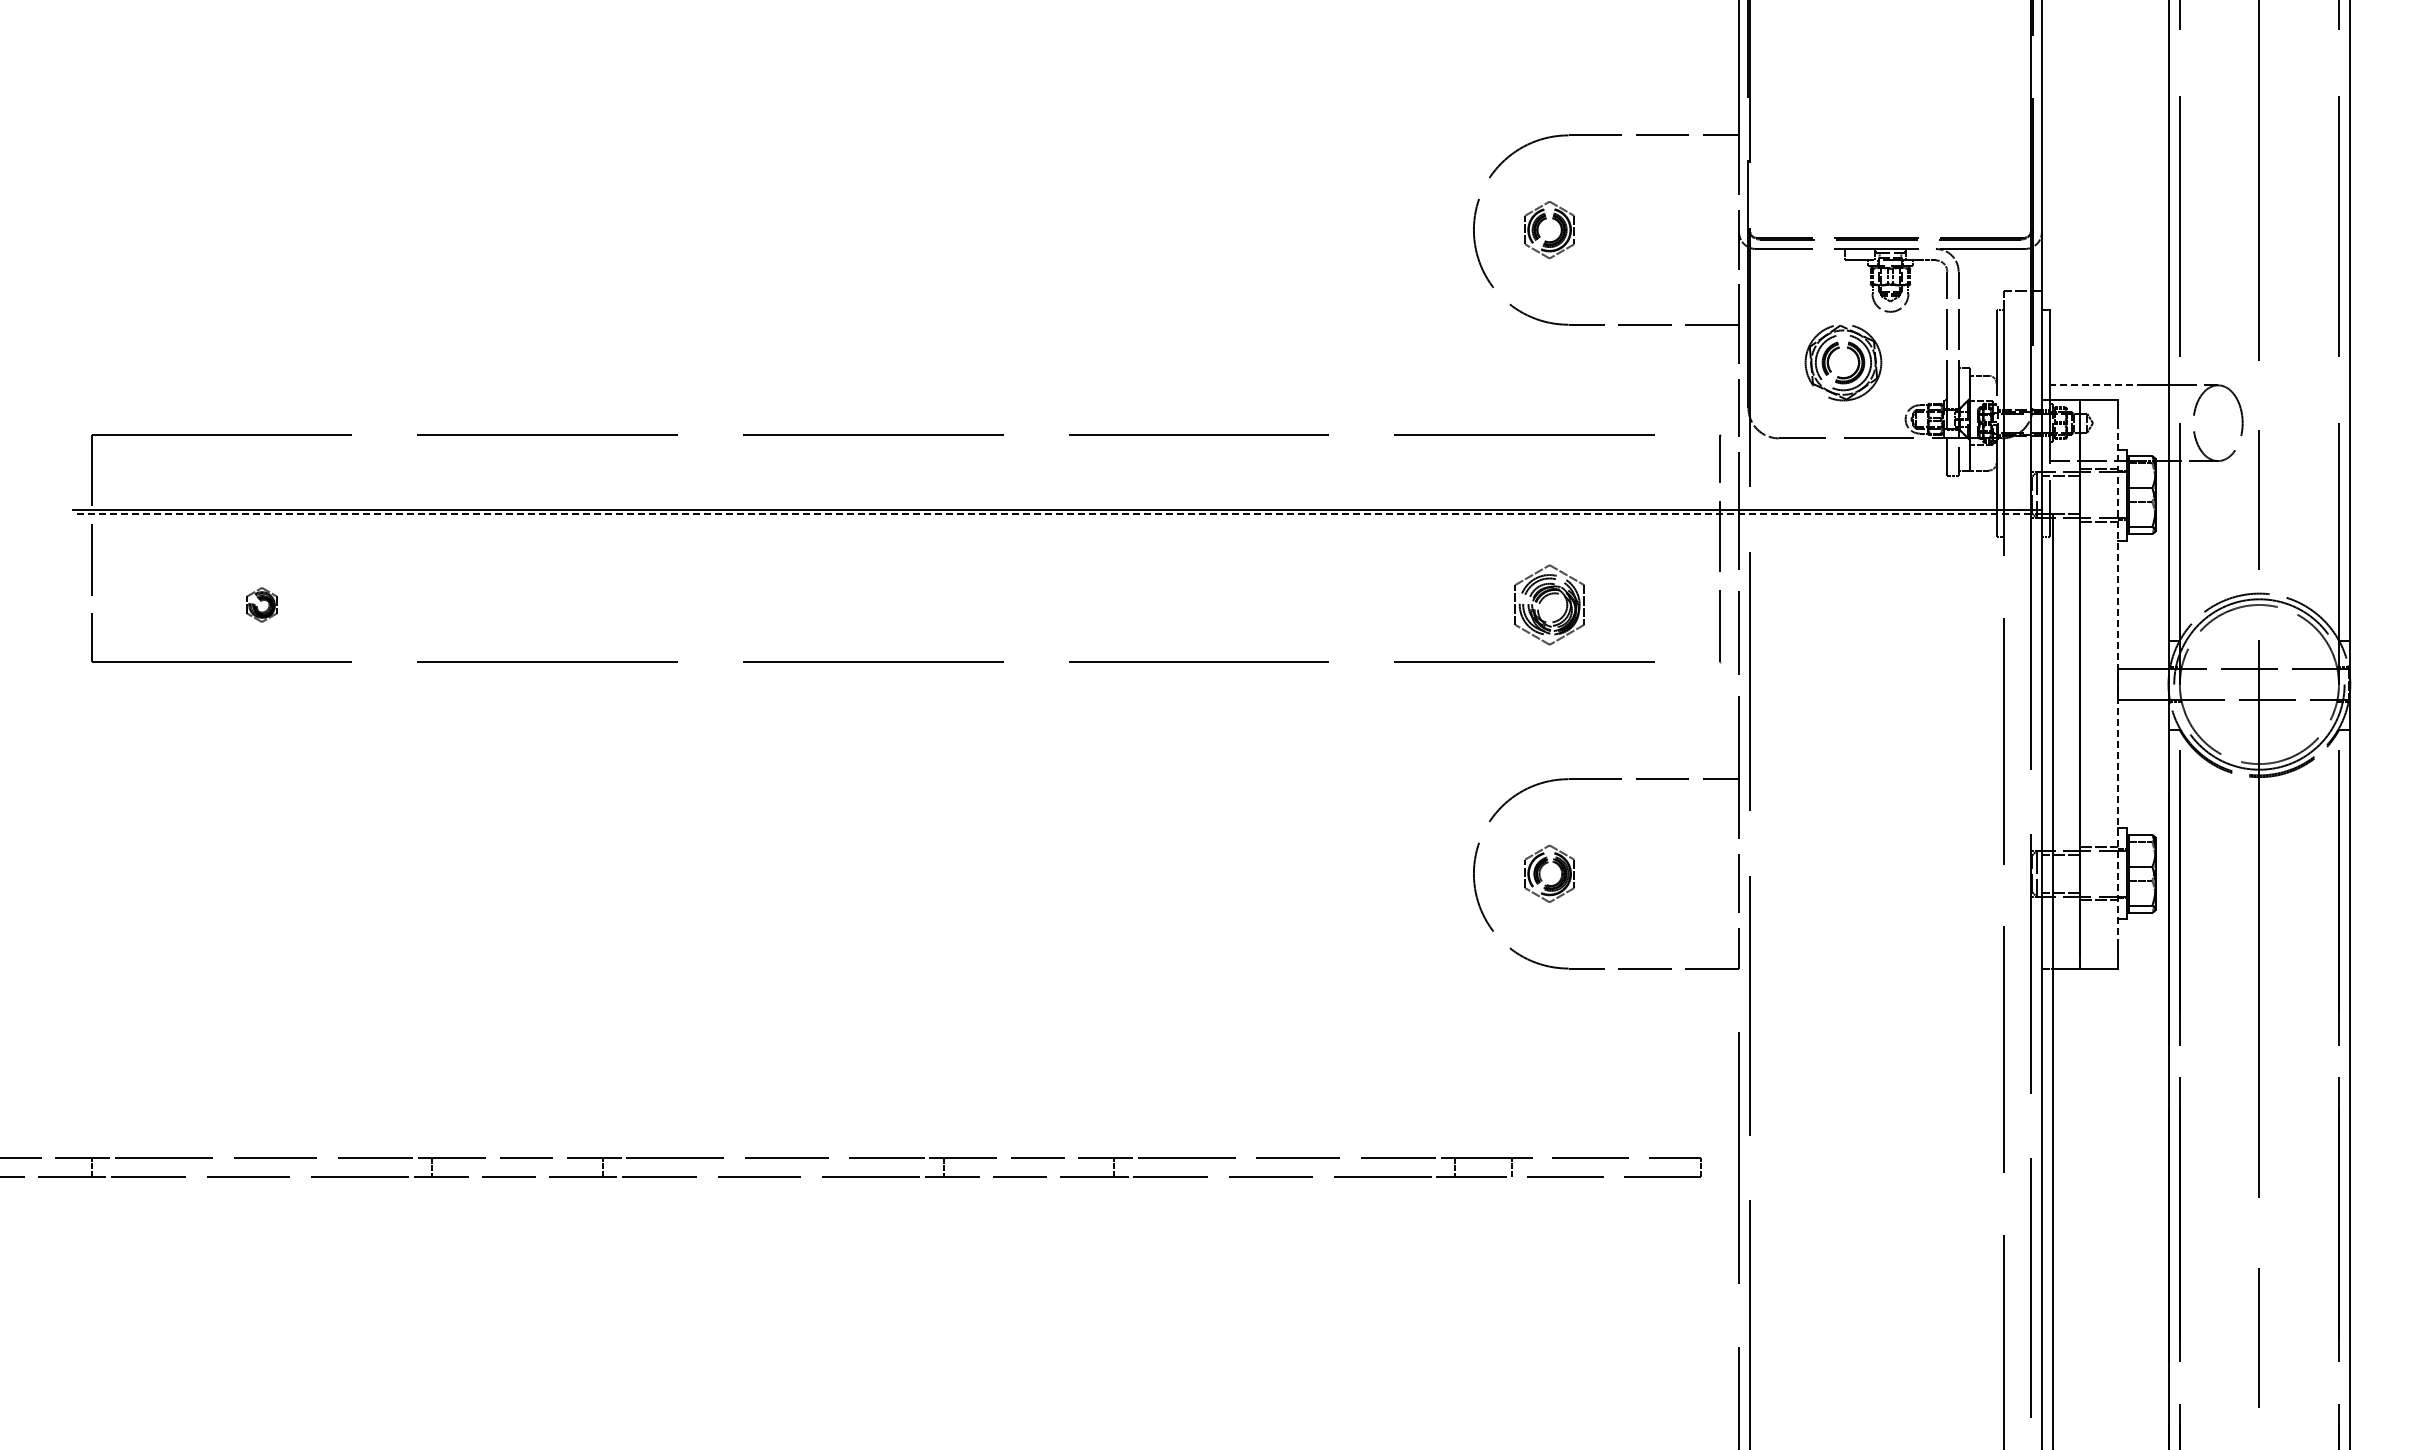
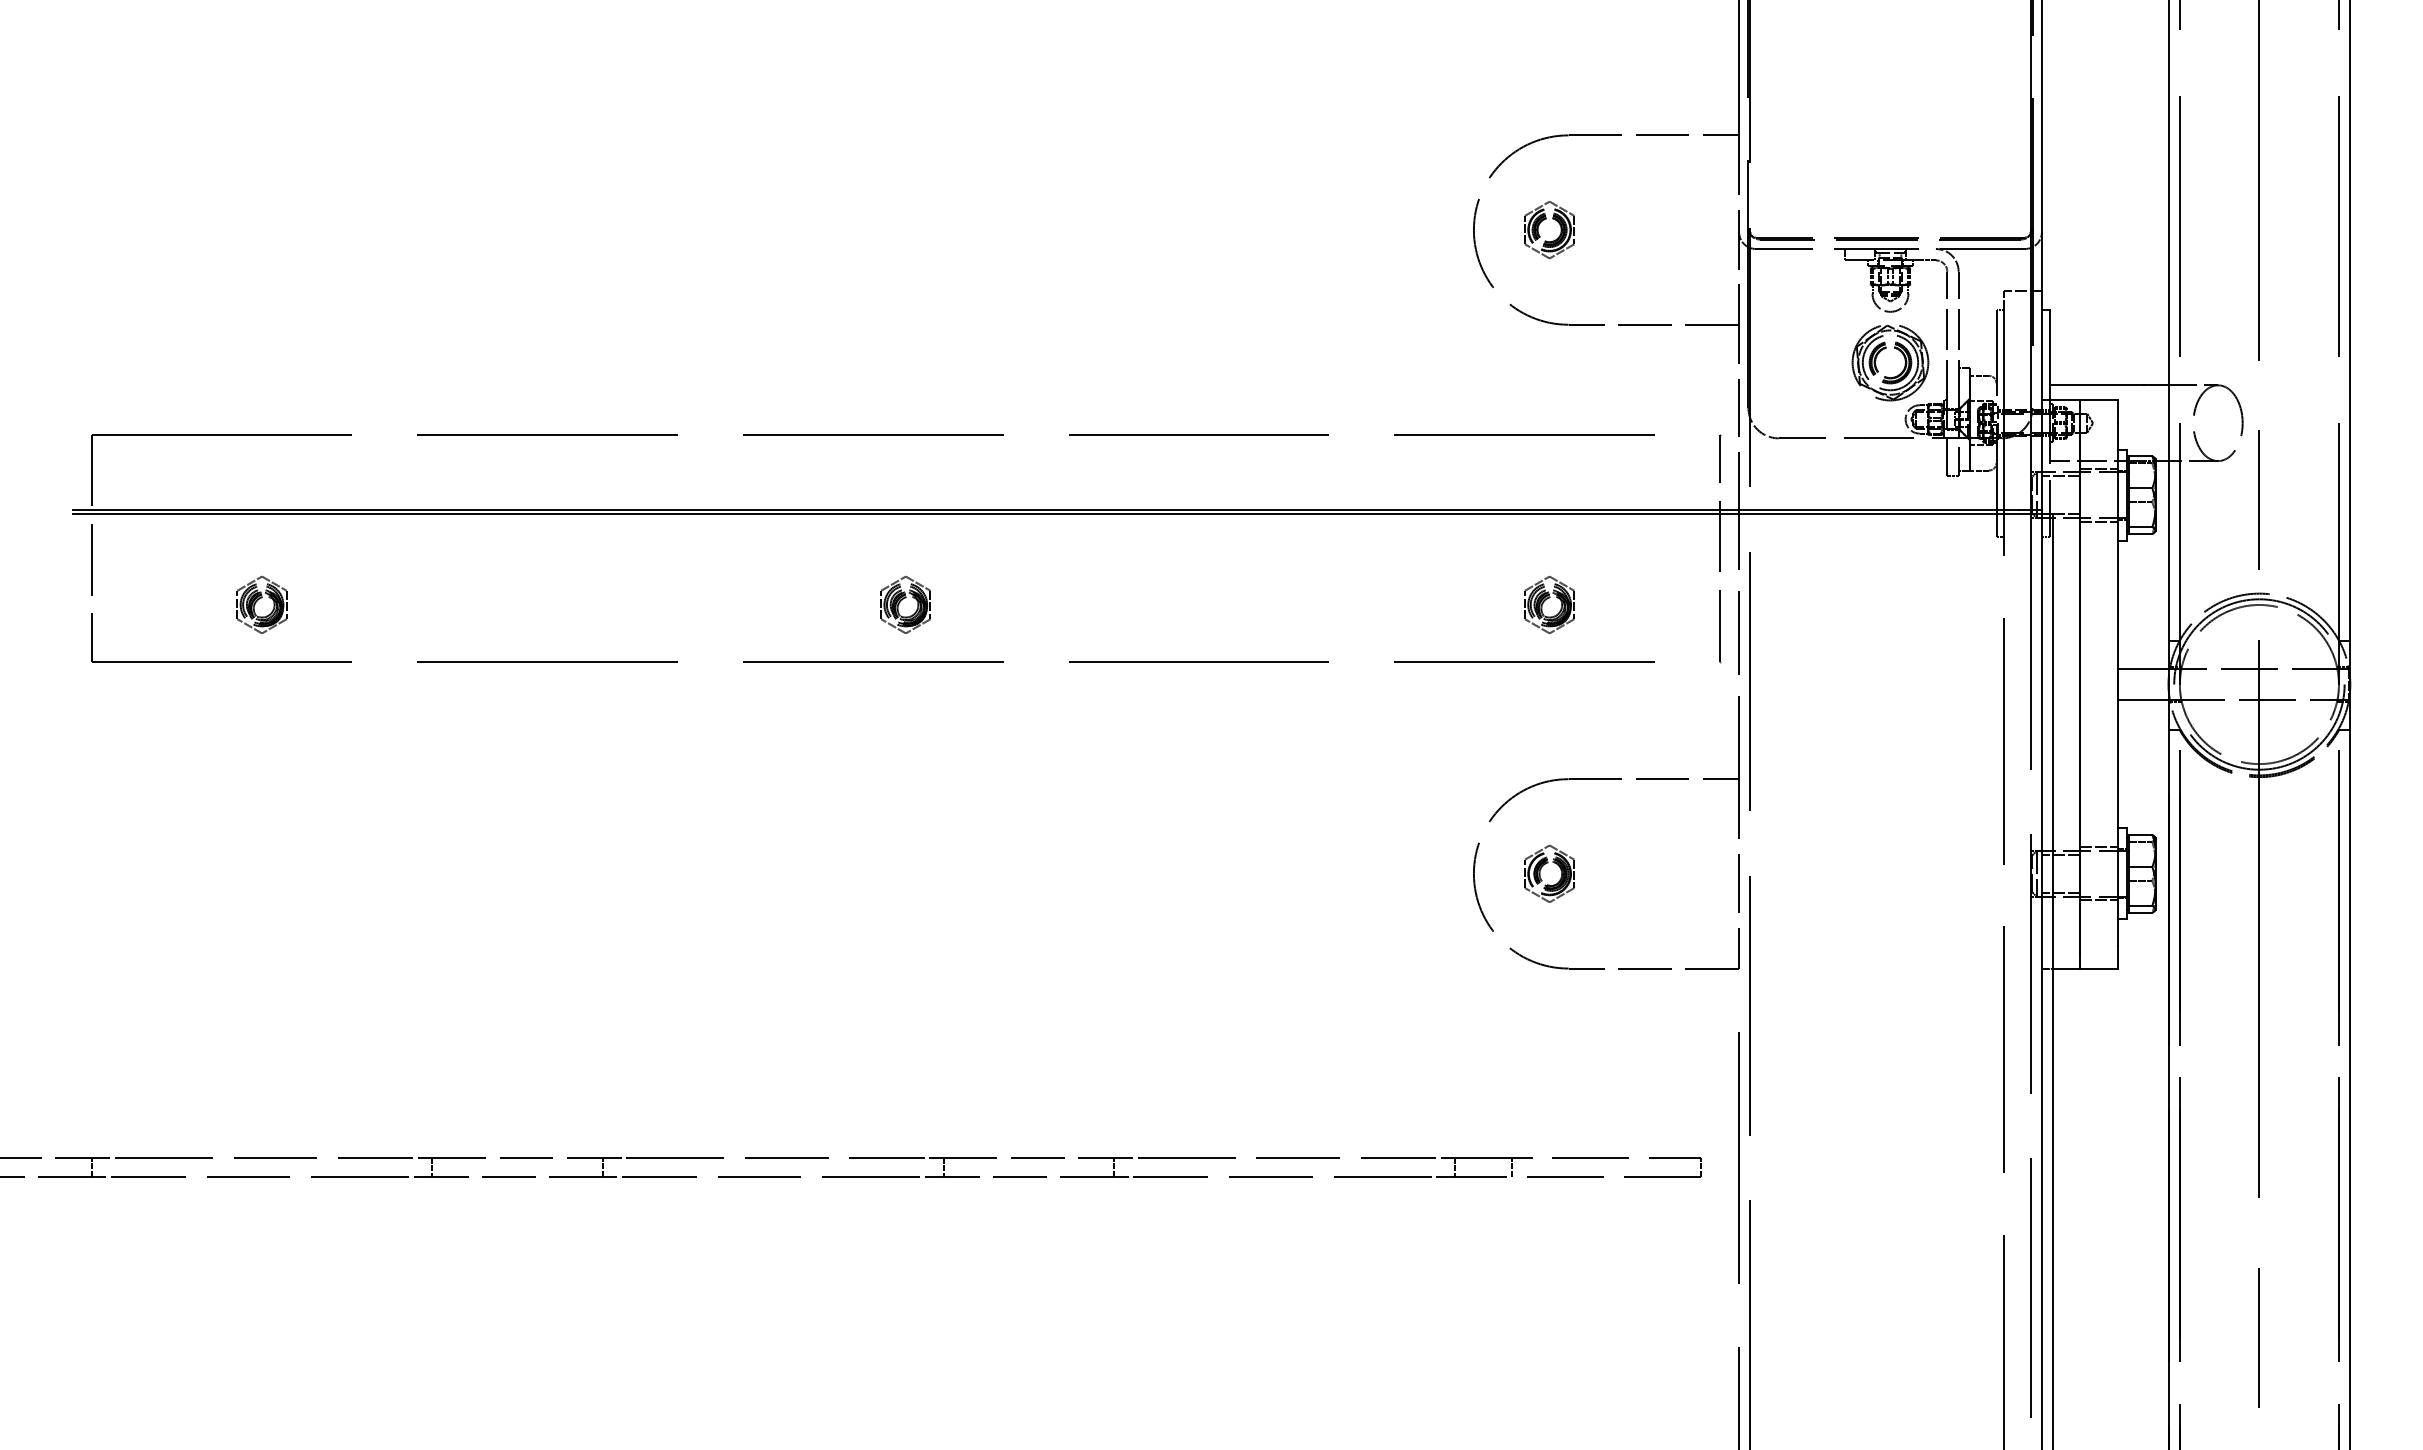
part at (1843, 363) position: (1843, 363) -> (1890, 363)
line at (2096, 385): dashed -> solid
line at (1057, 514): dashed -> solid
part at (261, 604) size: 32x36 px -> 52x58 px
part at (905, 604): none -> present
part at (1549, 604) size: 71x82 px -> 51x58 px
line at (2117, 684): dashed -> solid
